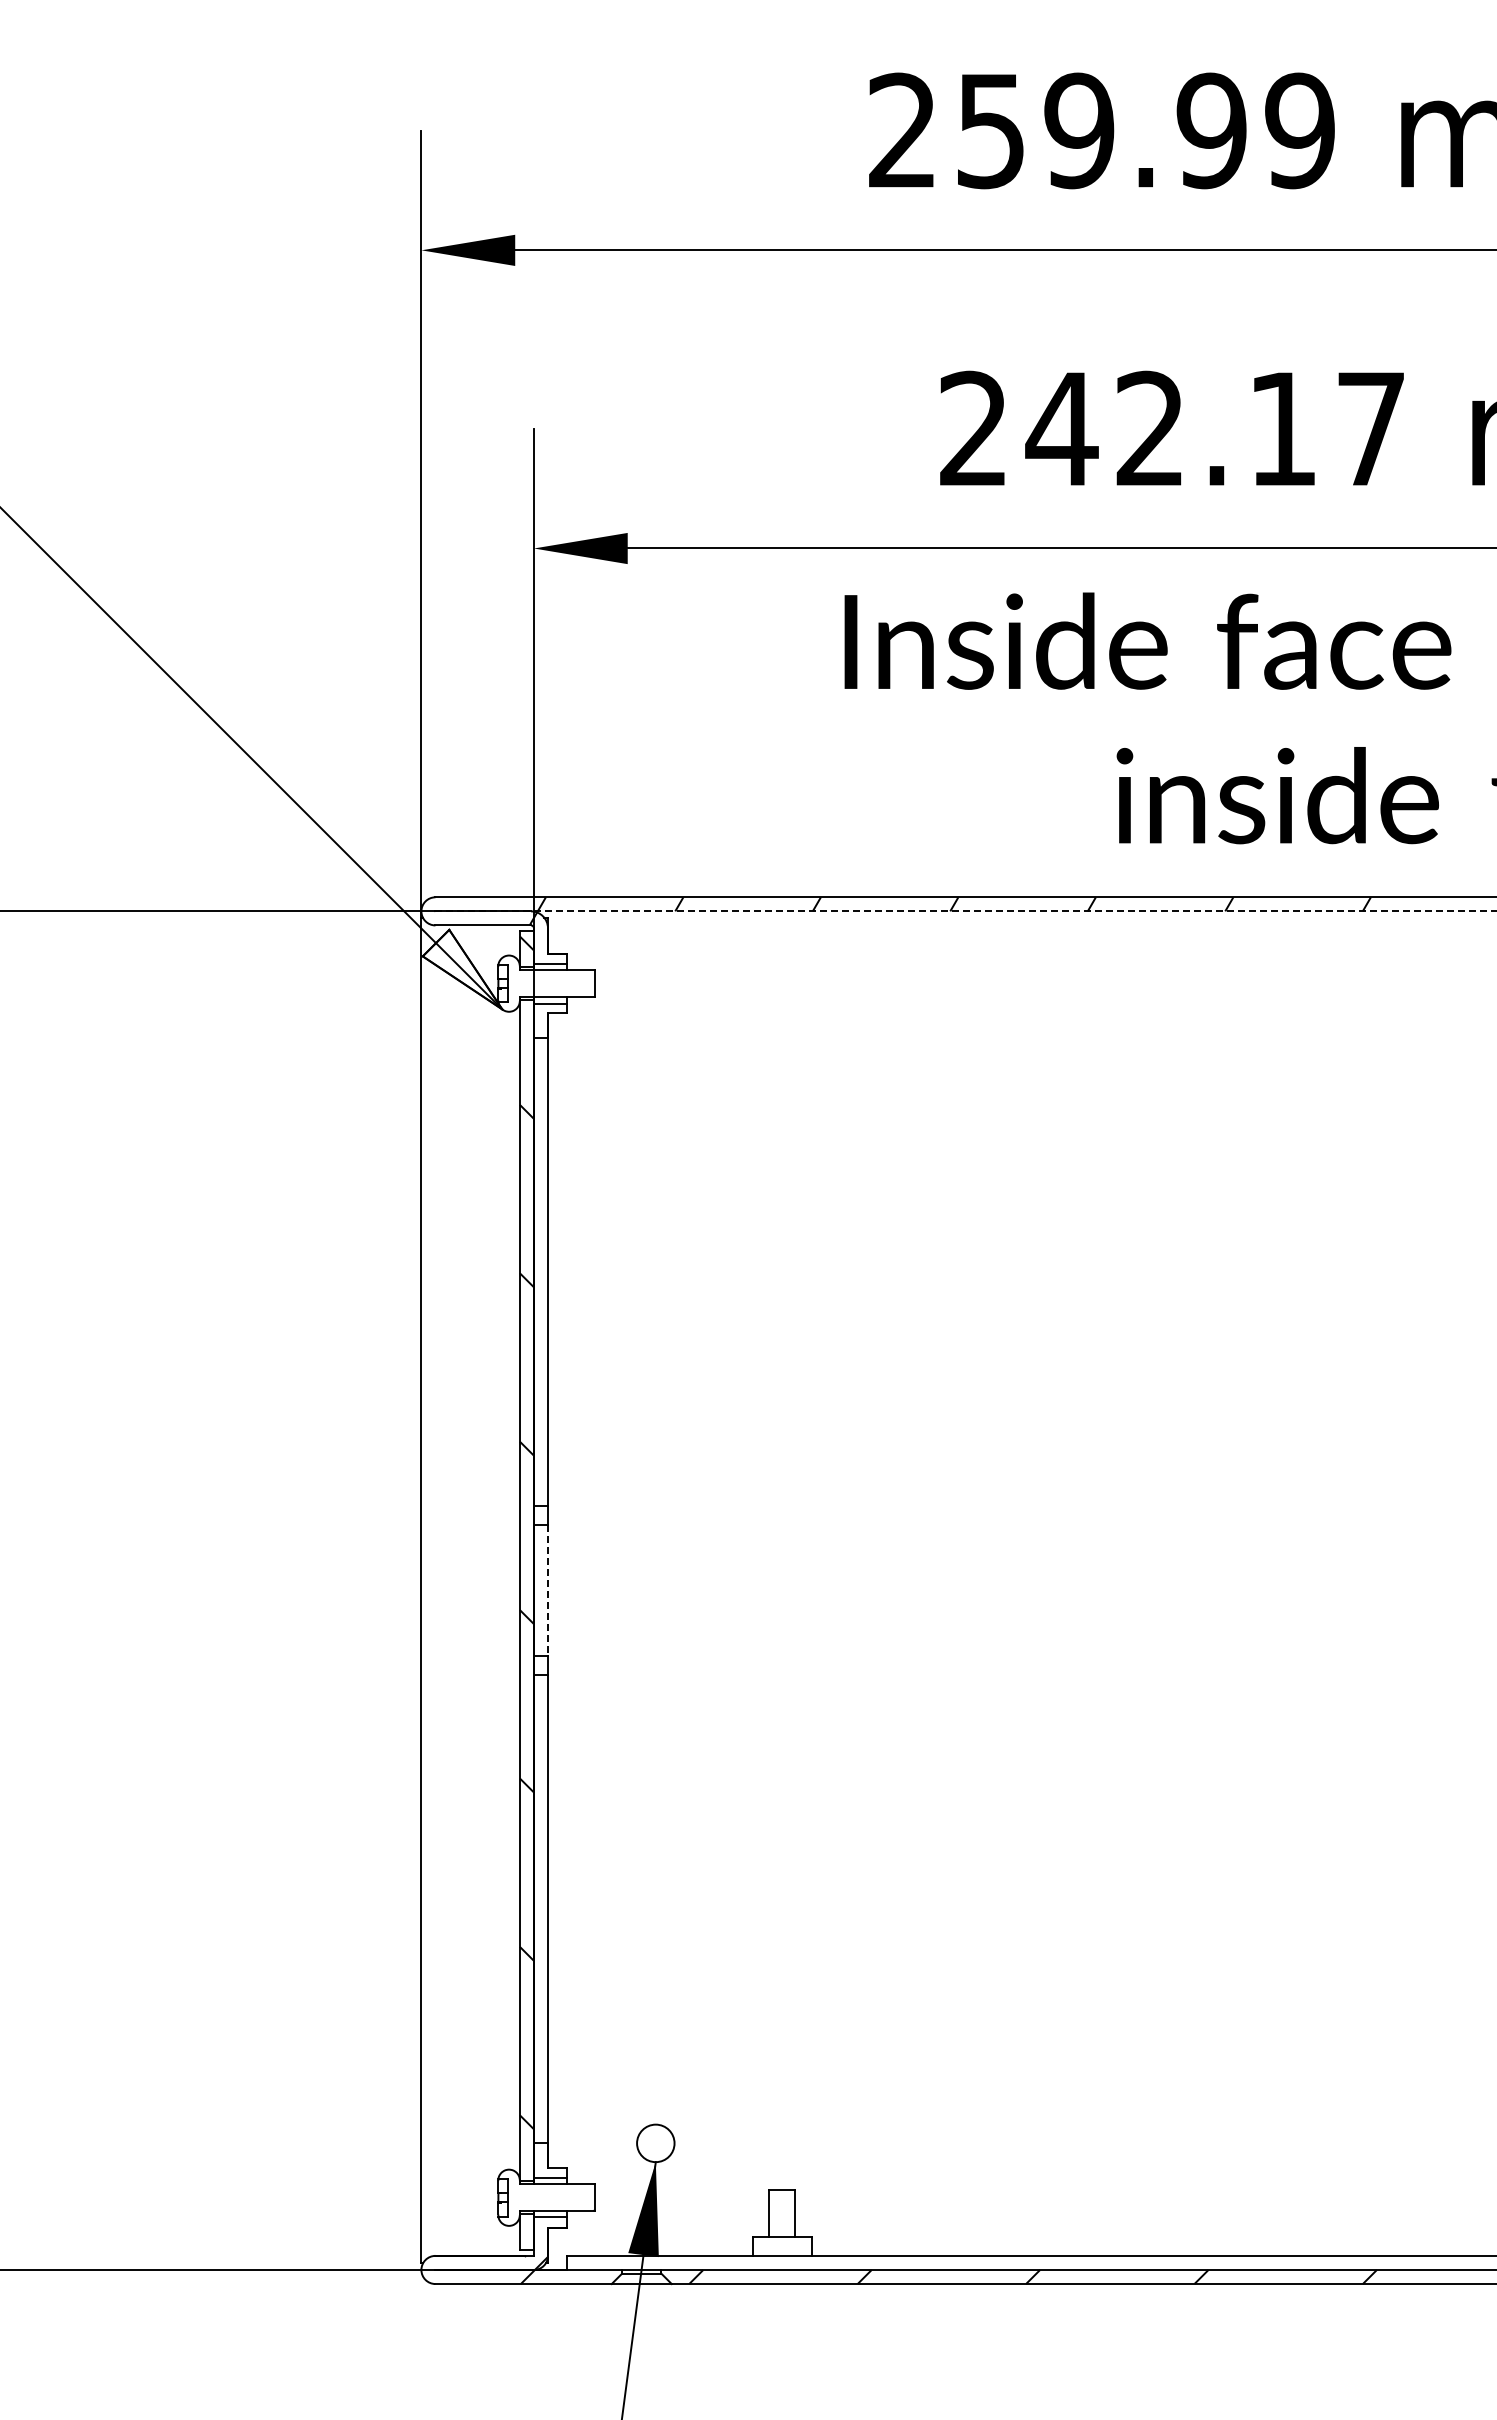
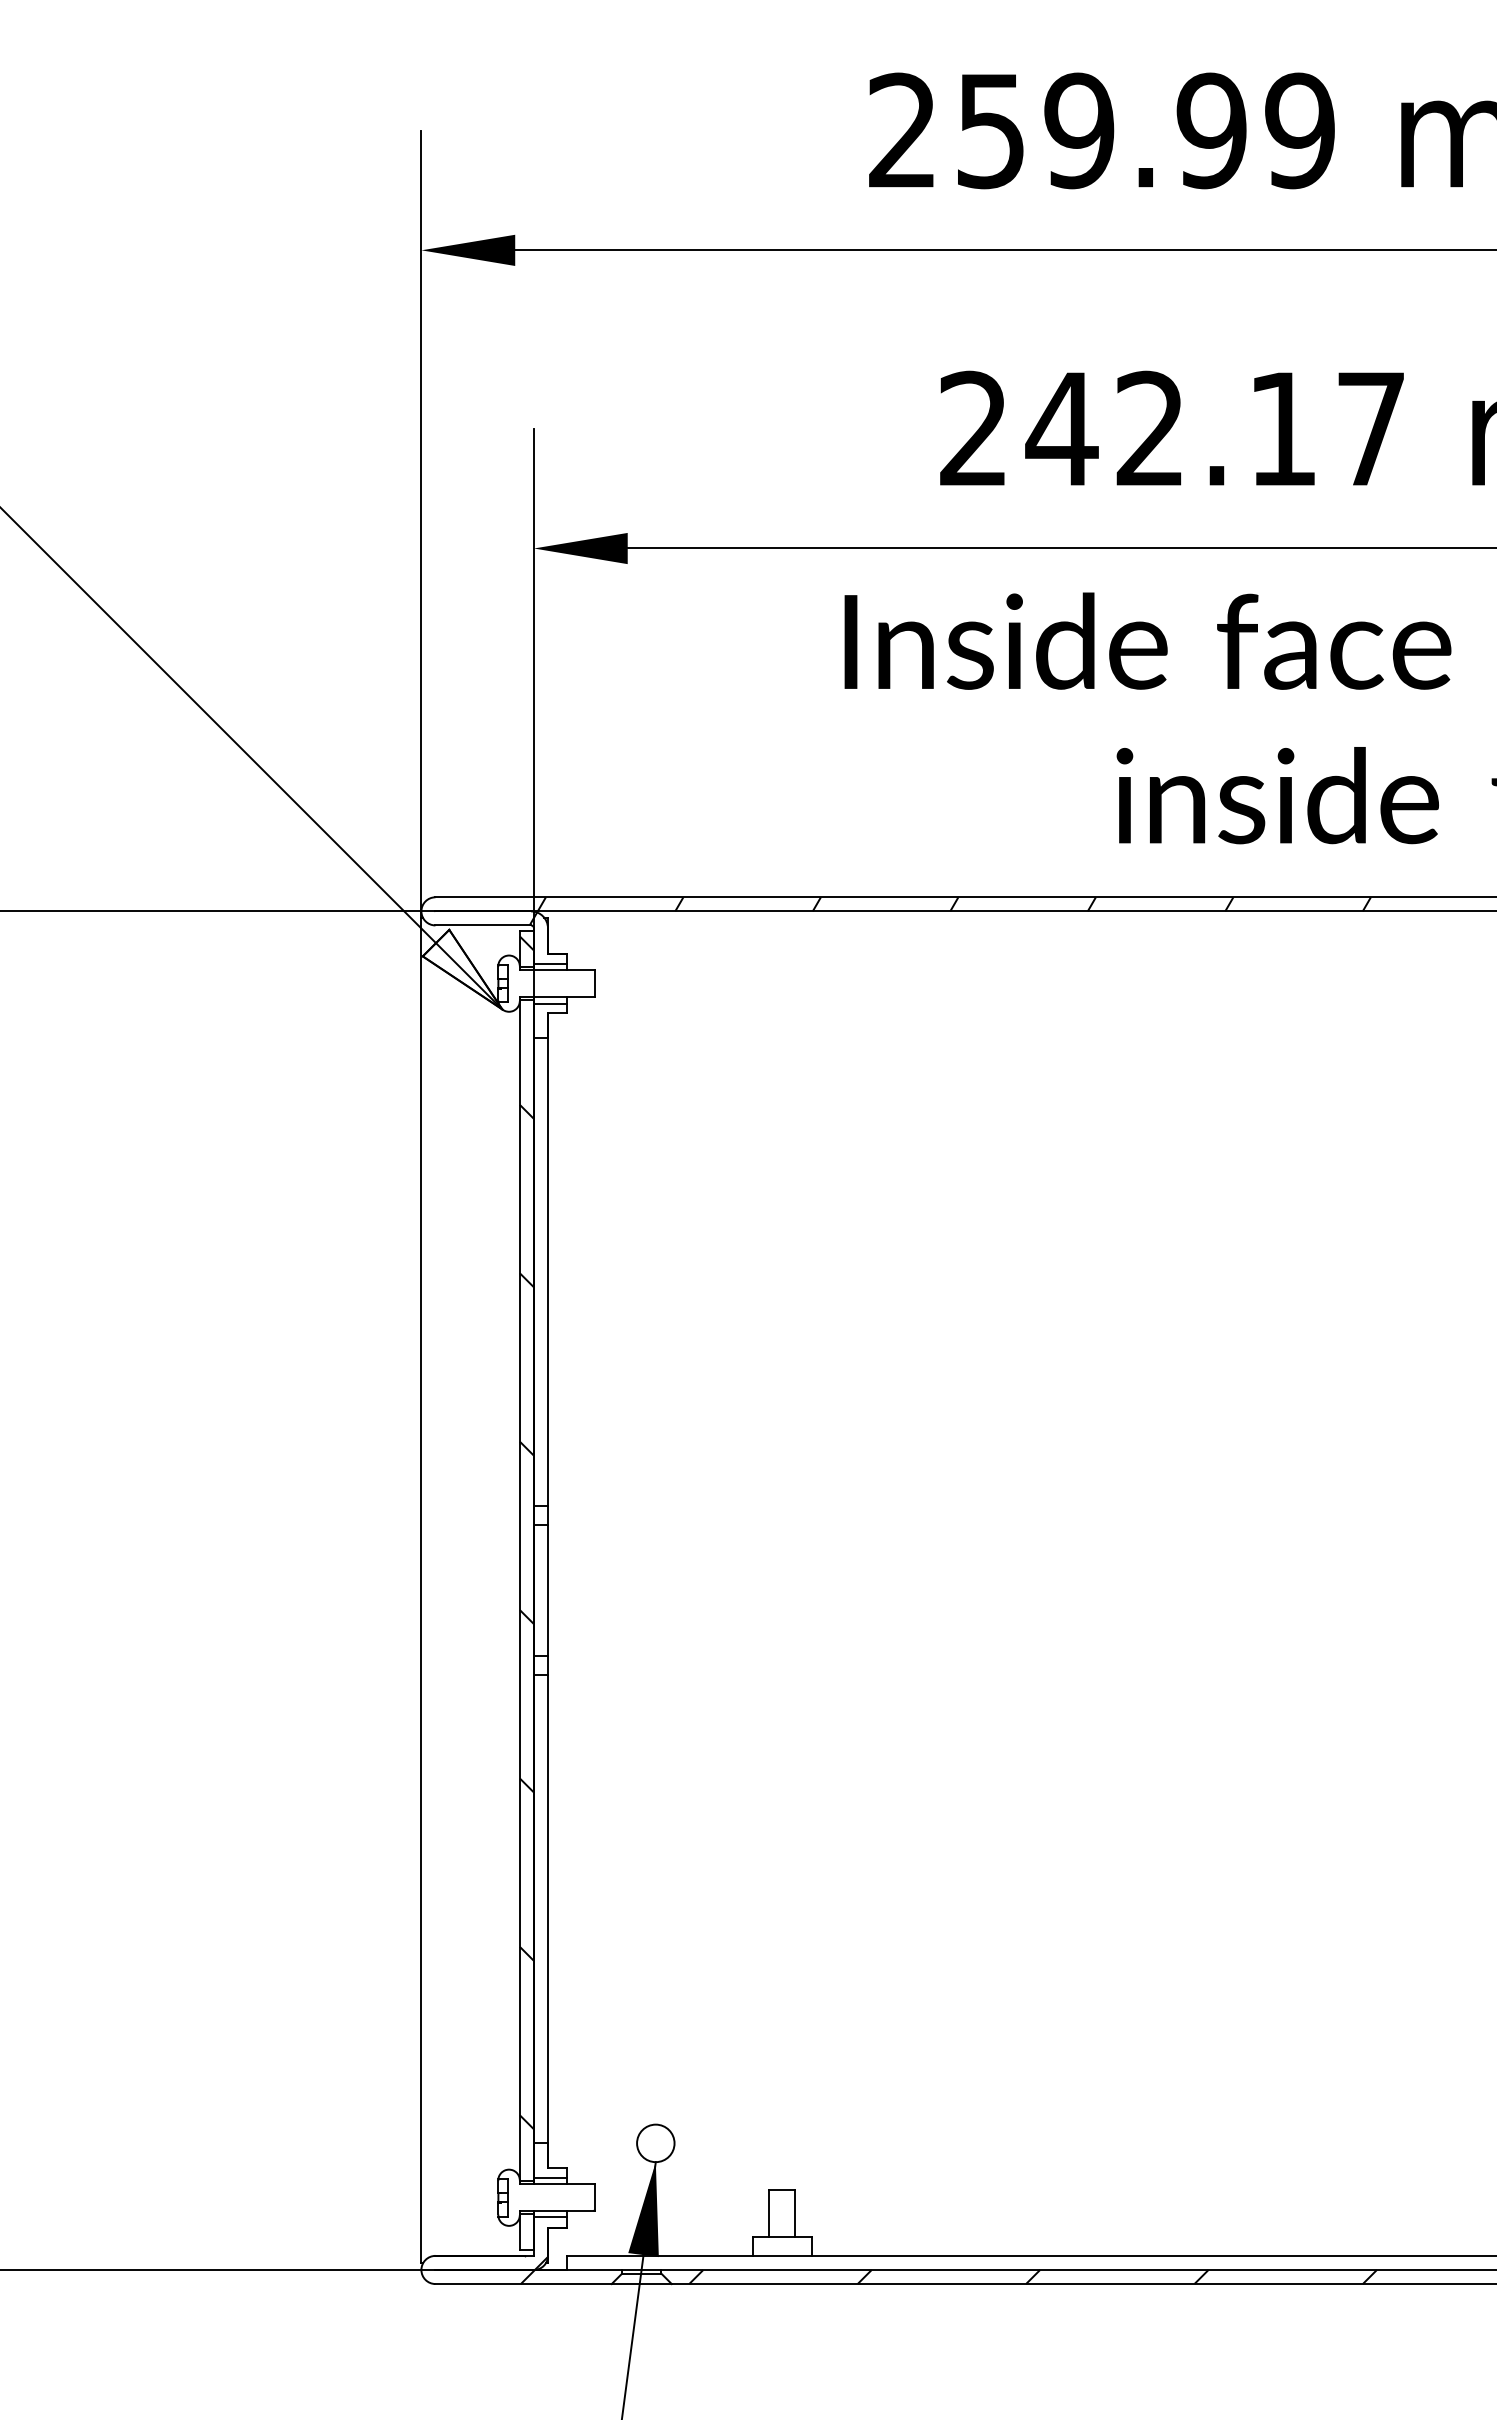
line at (966, 911): dashed -> solid
line at (548, 1590): dashed -> solid
